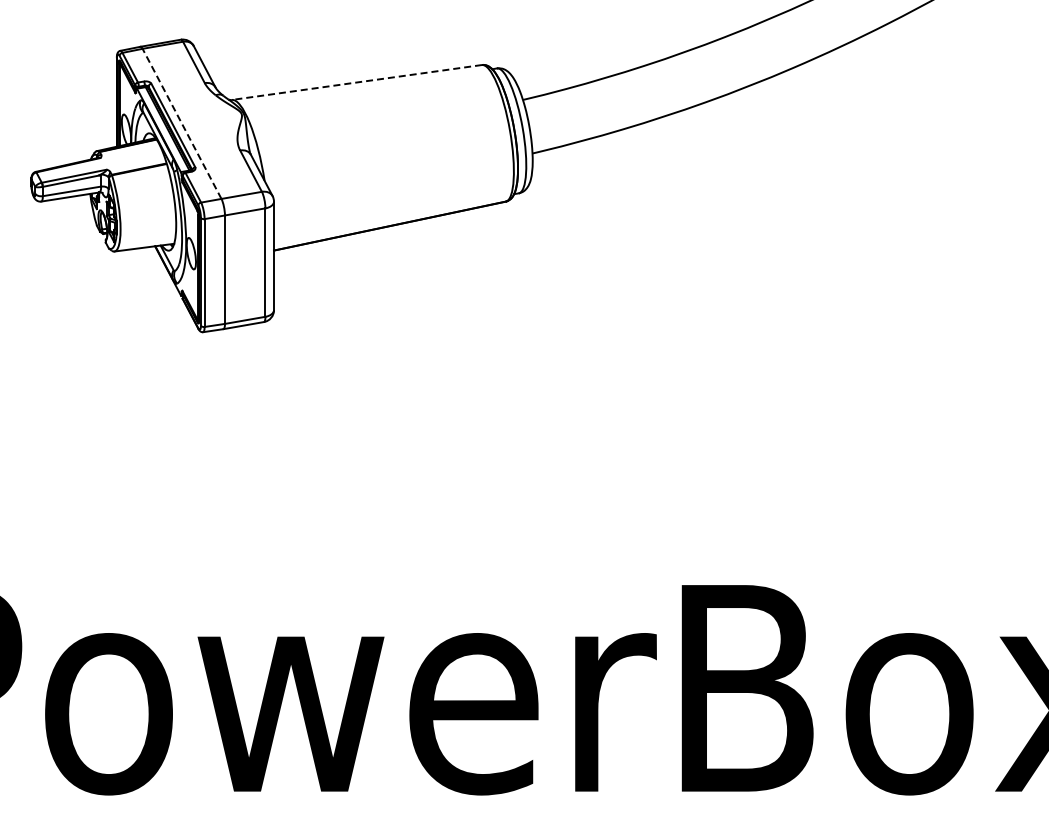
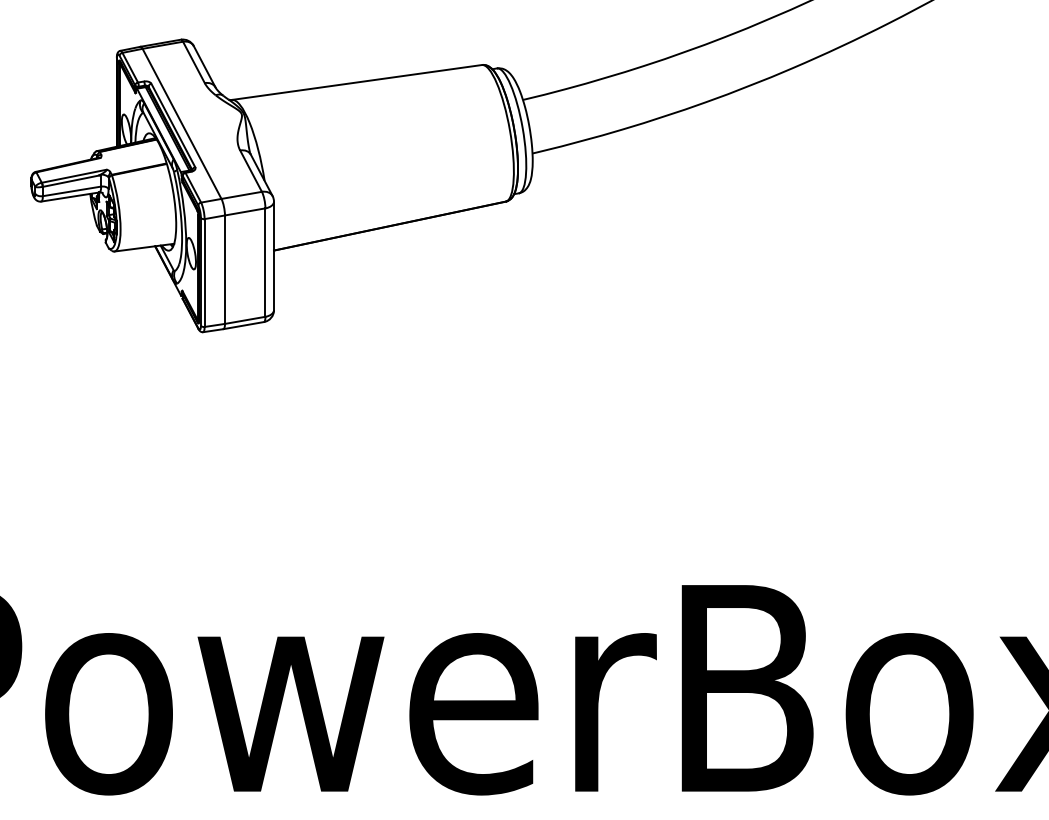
line at (356, 82): dashed -> solid
line at (182, 123): dashed -> solid
